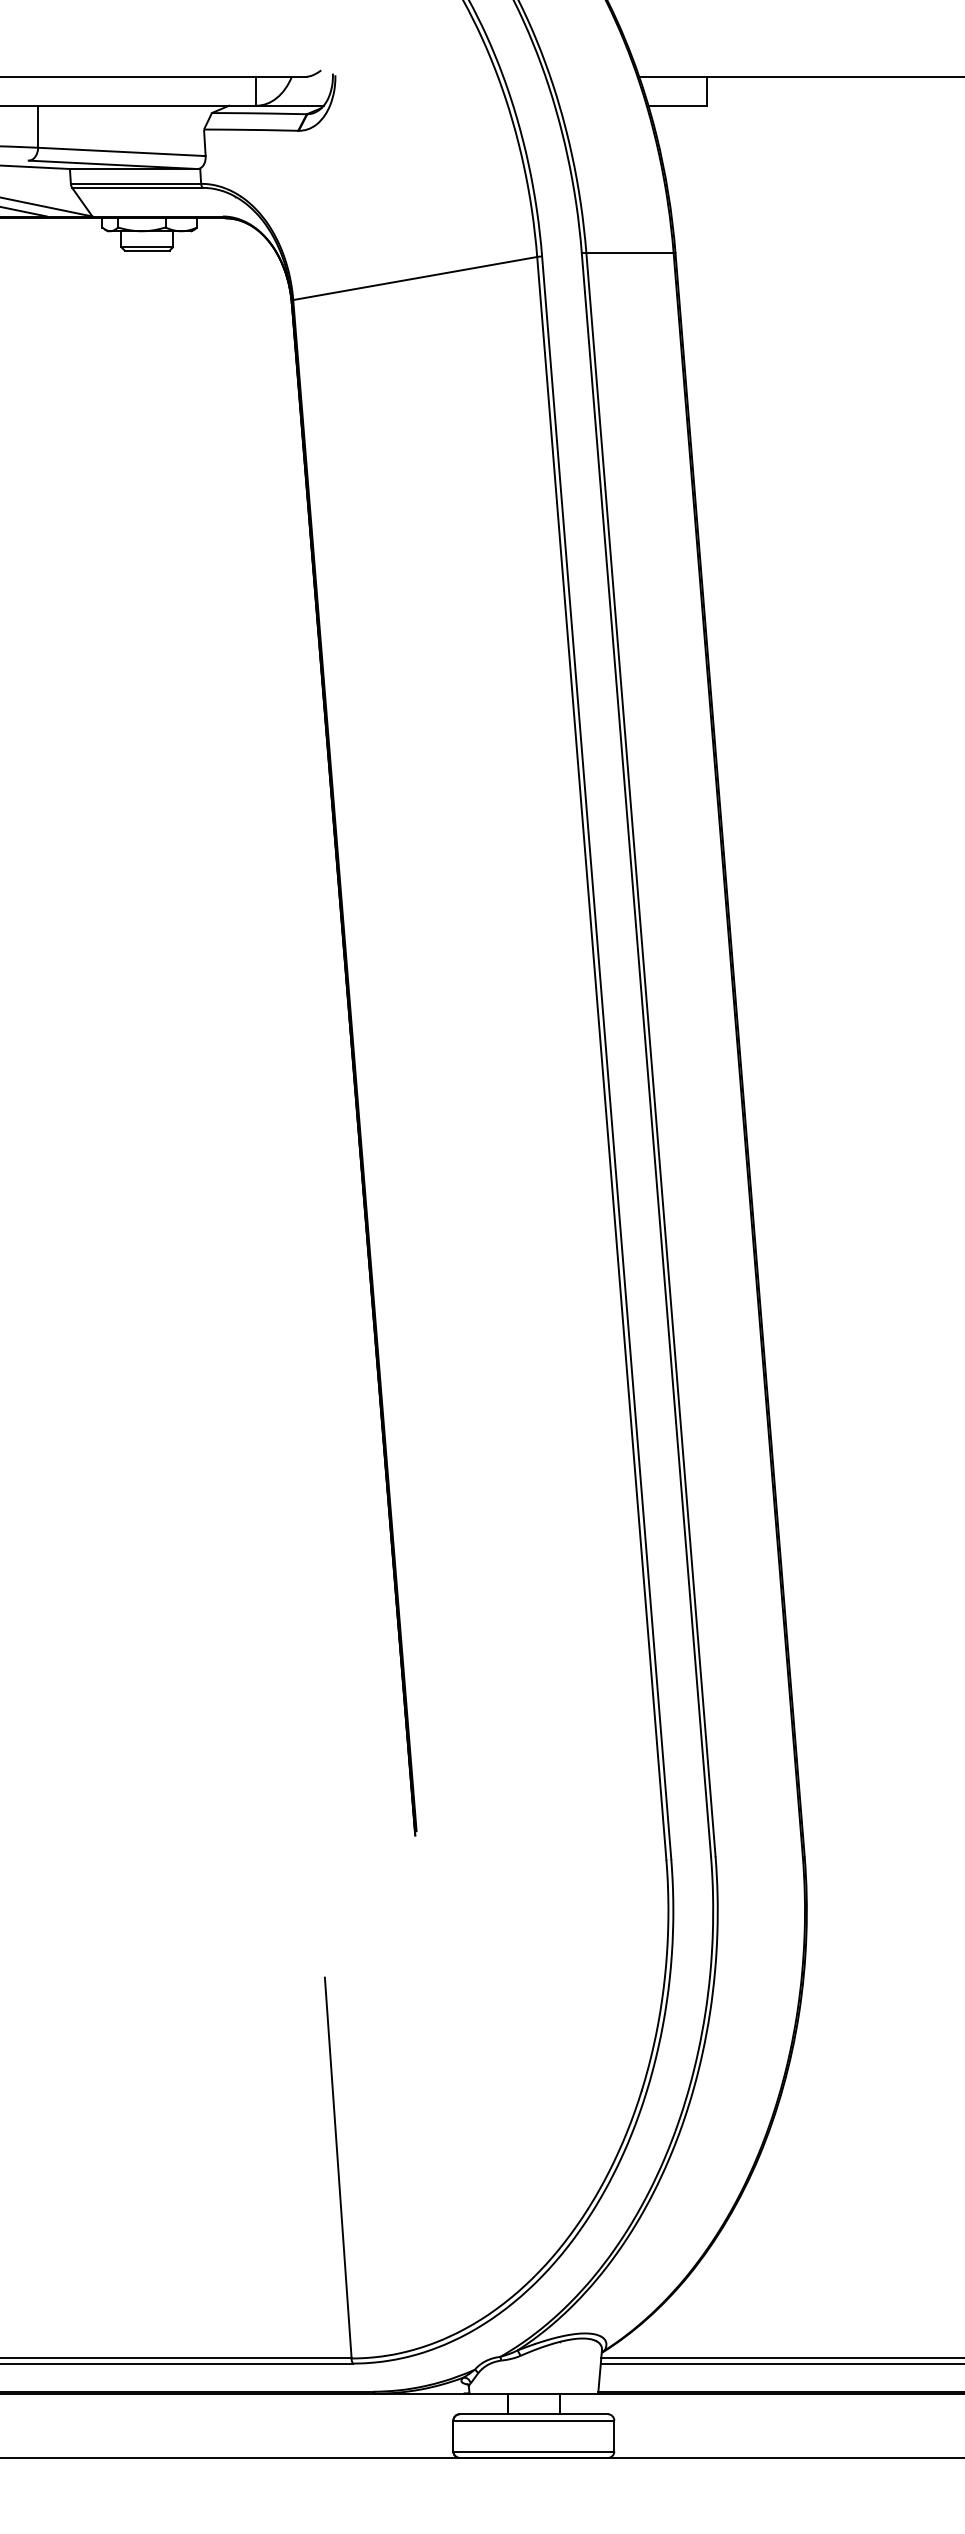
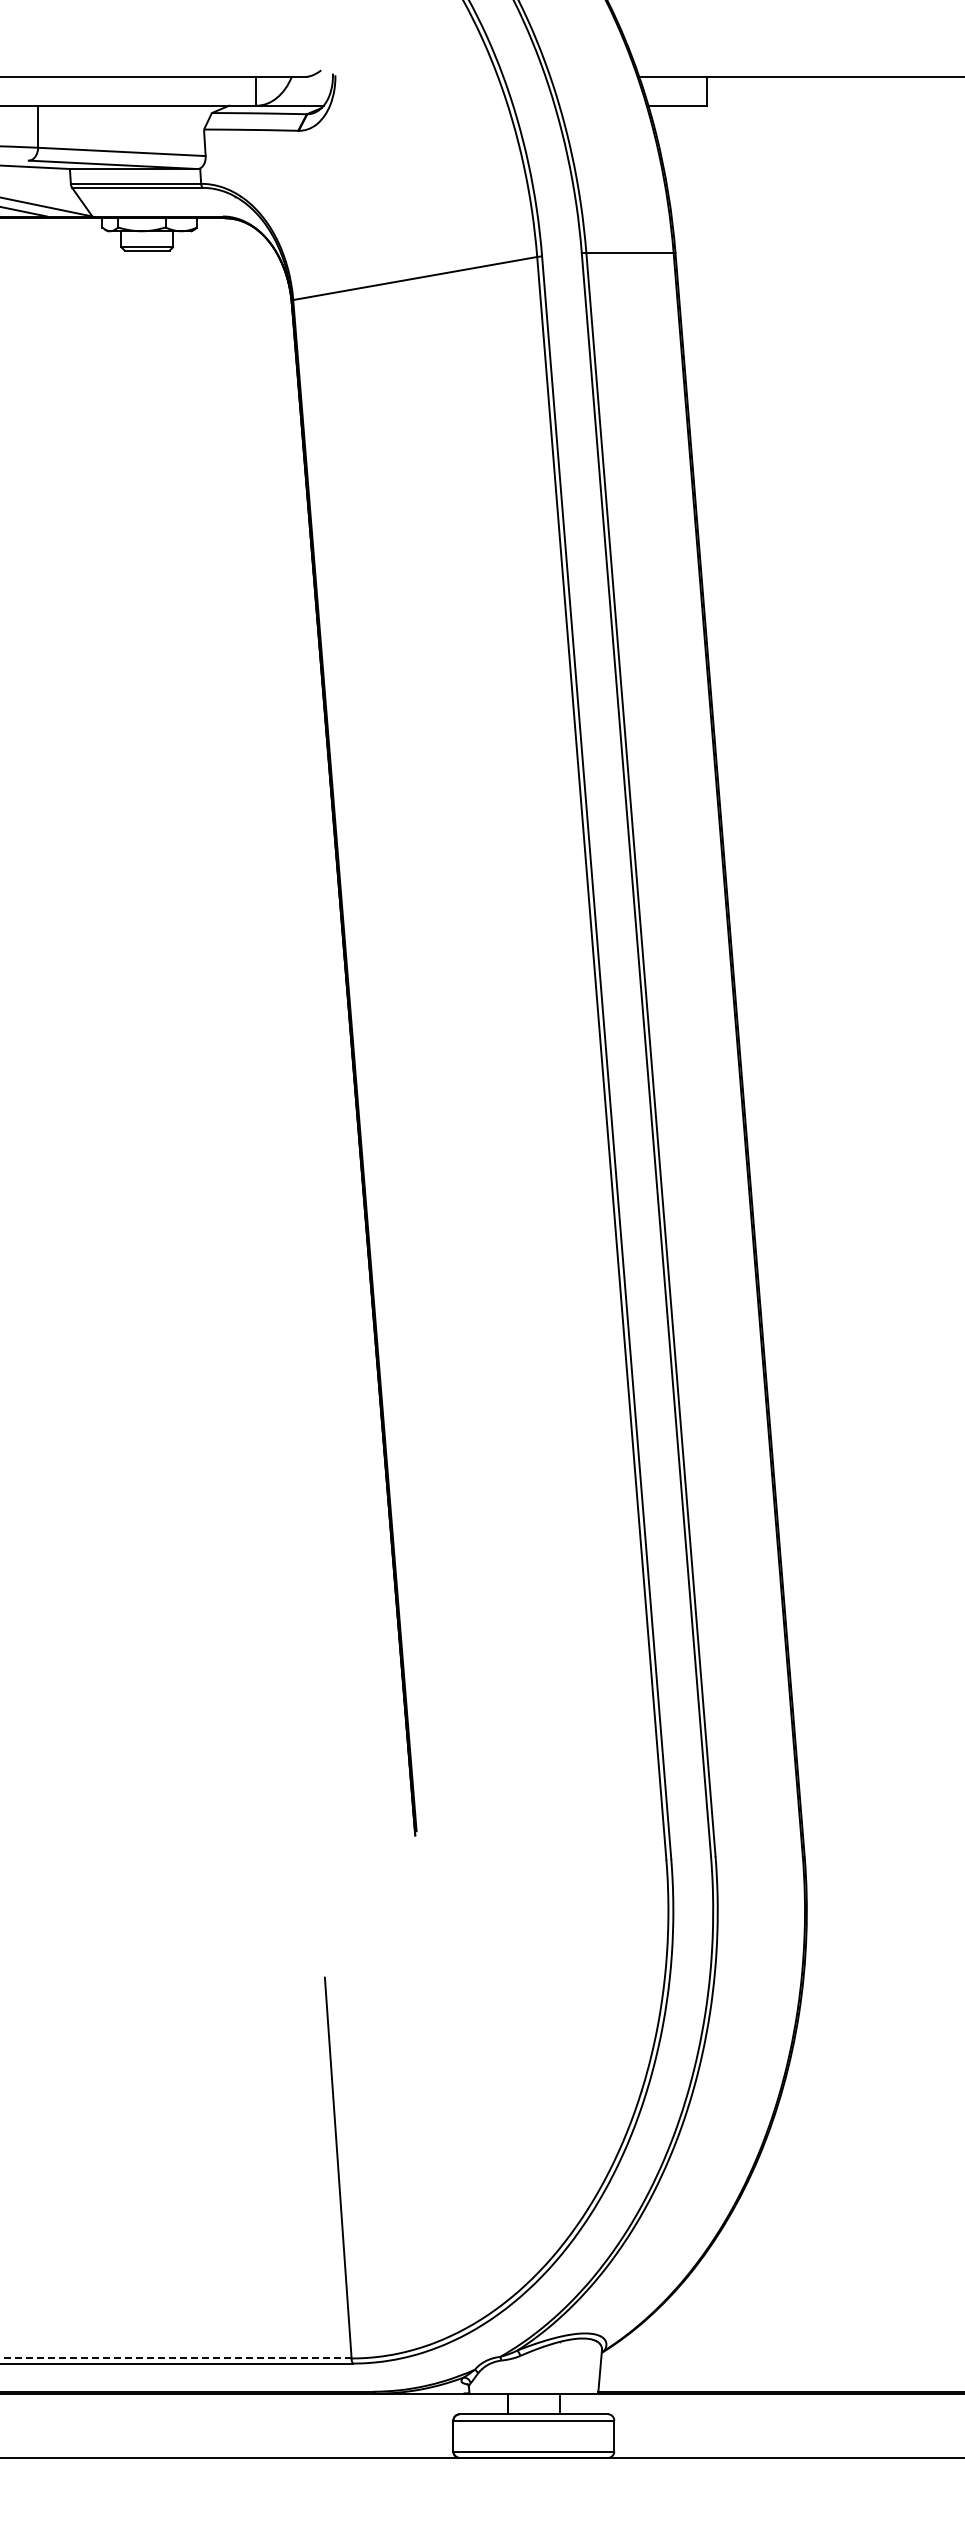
line at (175, 2358): solid -> dashed
line at (781, 2358): present -> none
line at (780, 2363): present -> none
